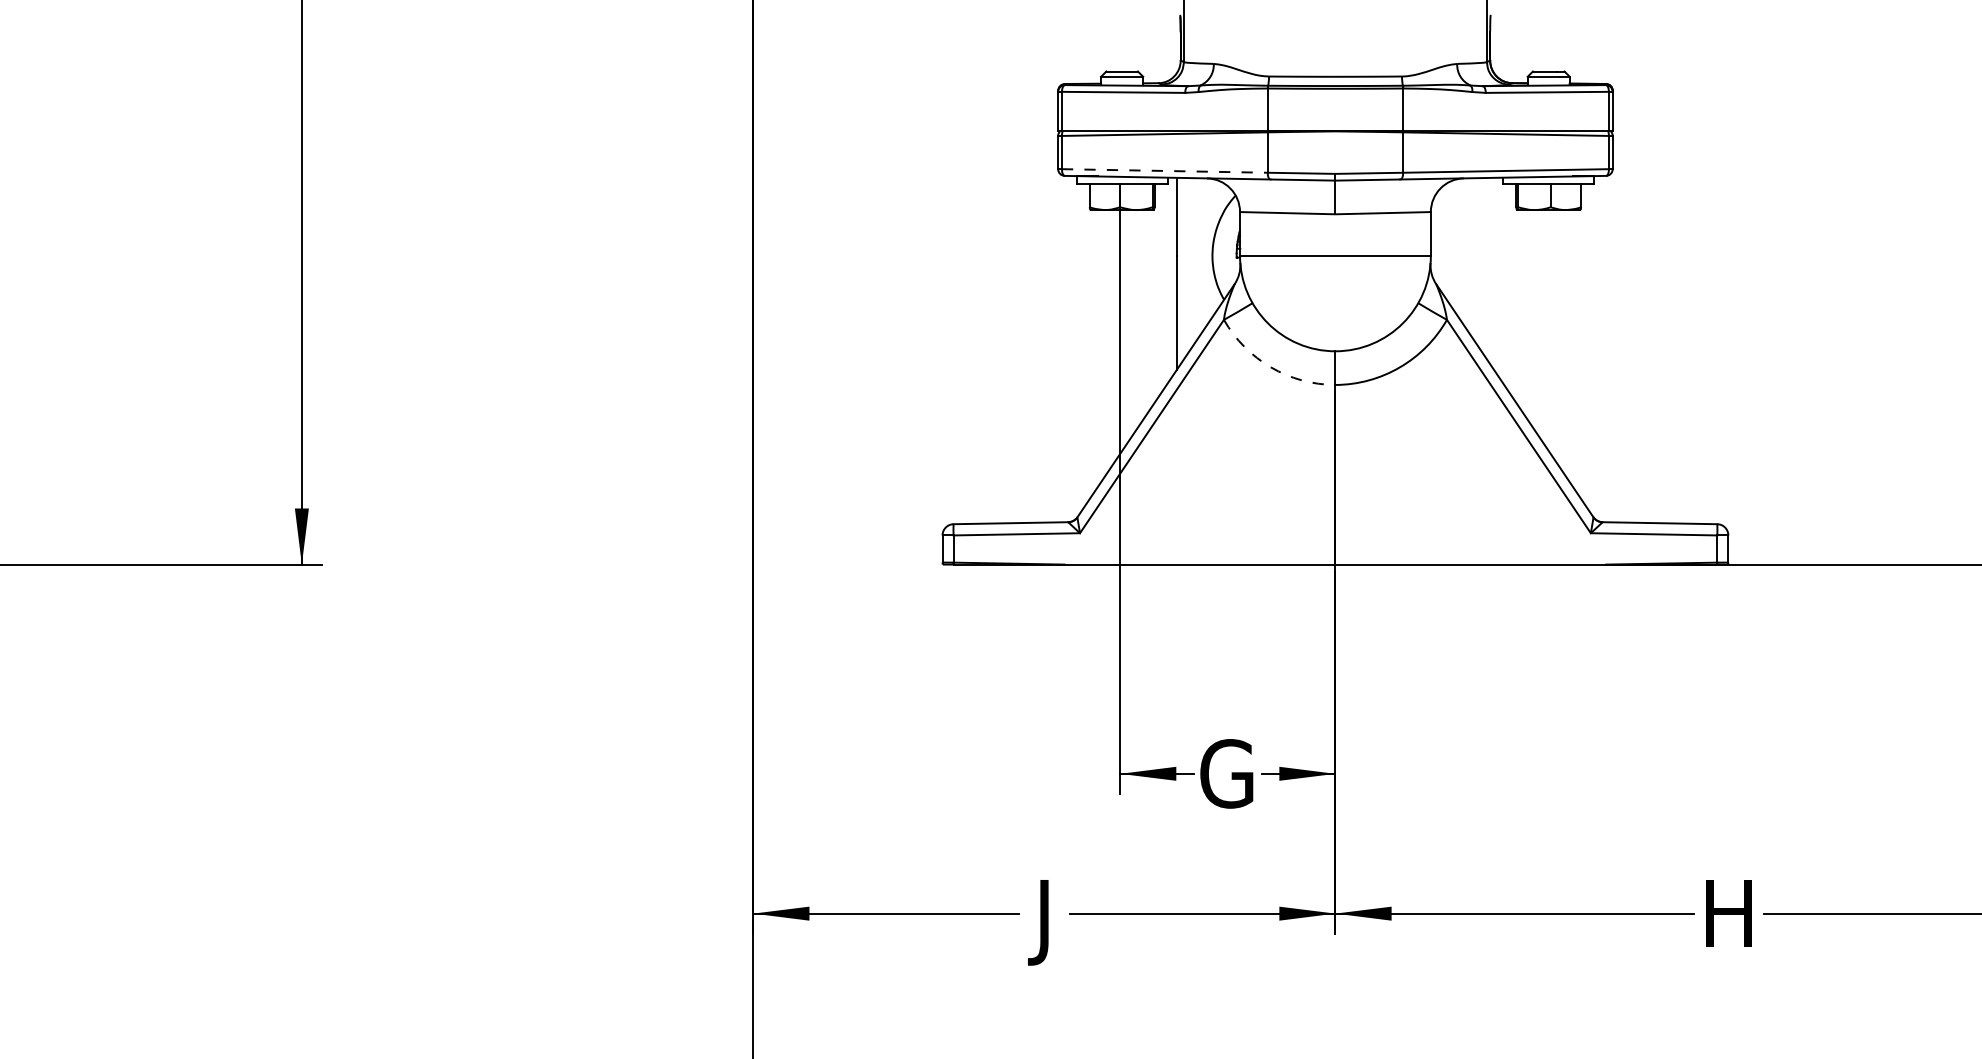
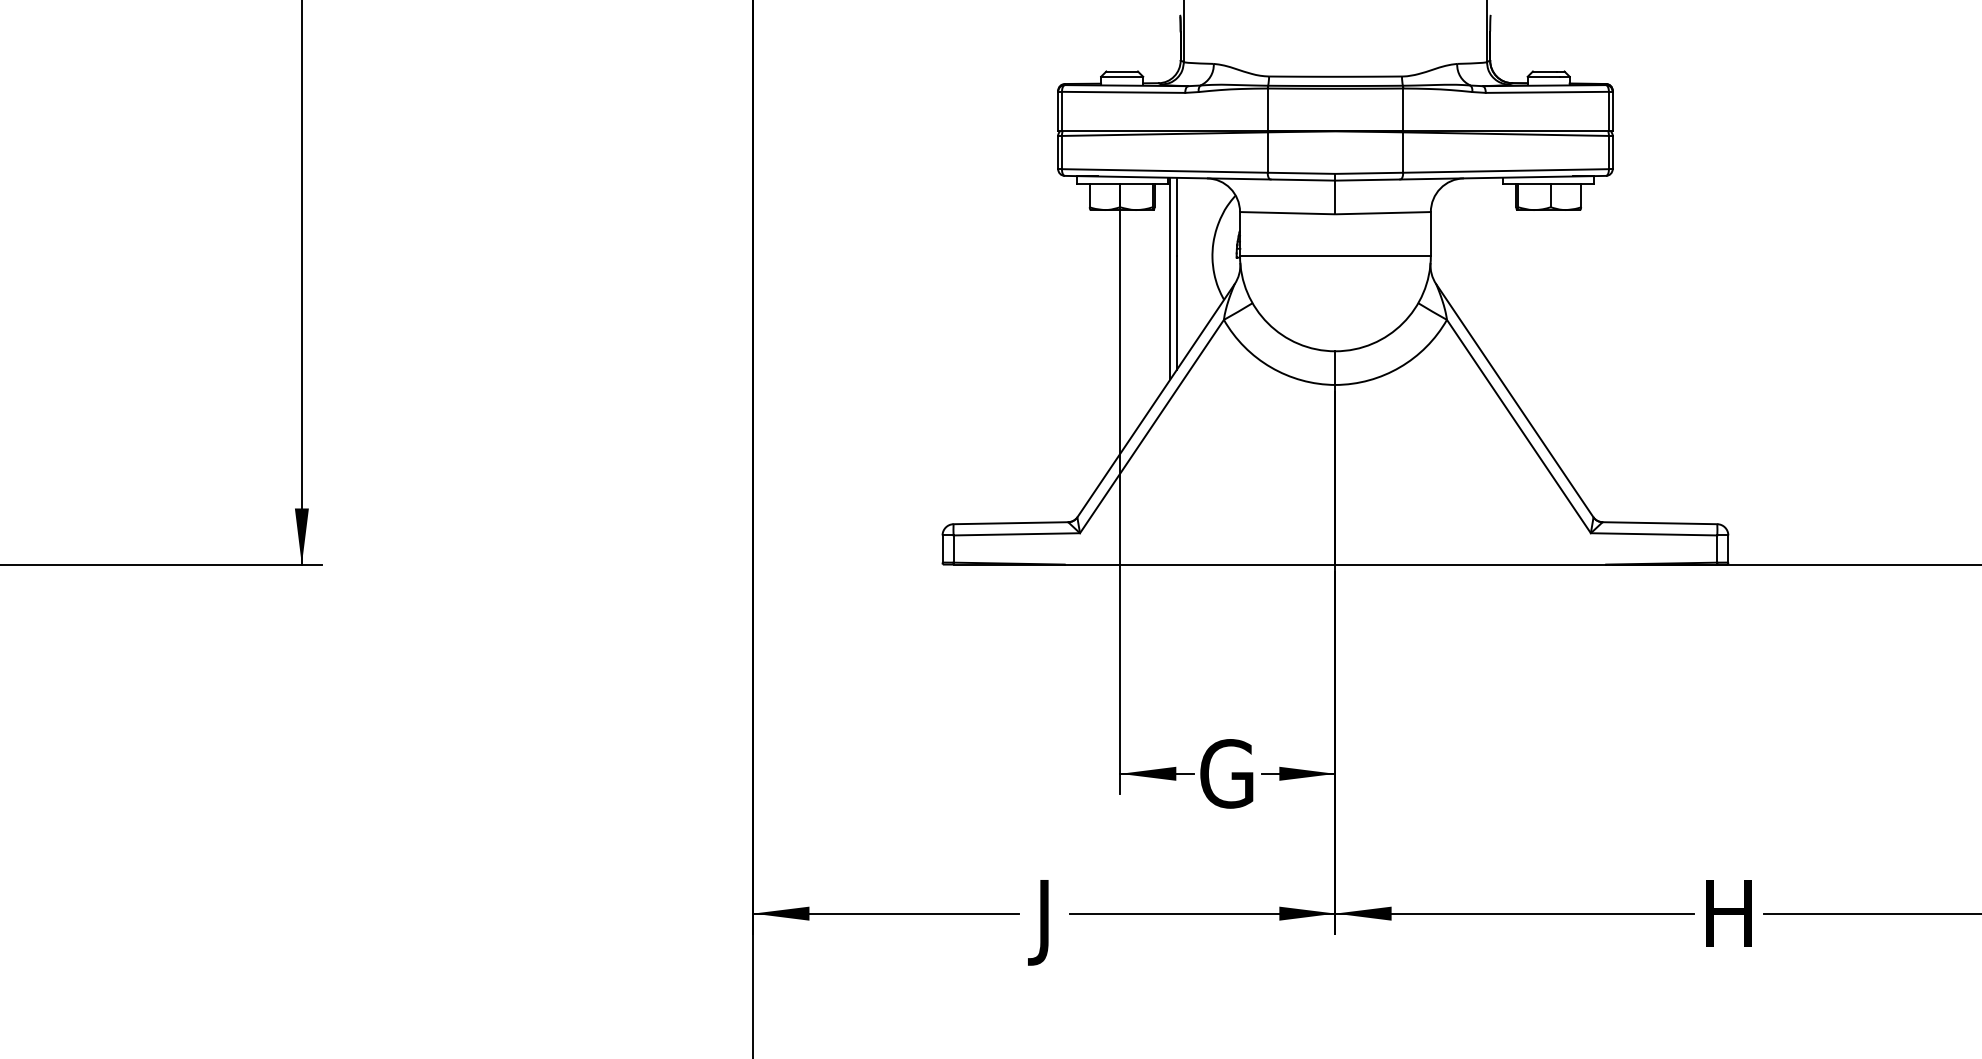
line at (1164, 170): dashed -> solid
line at (1170, 278): none -> present
arc at (1270, 367): dashed -> solid
